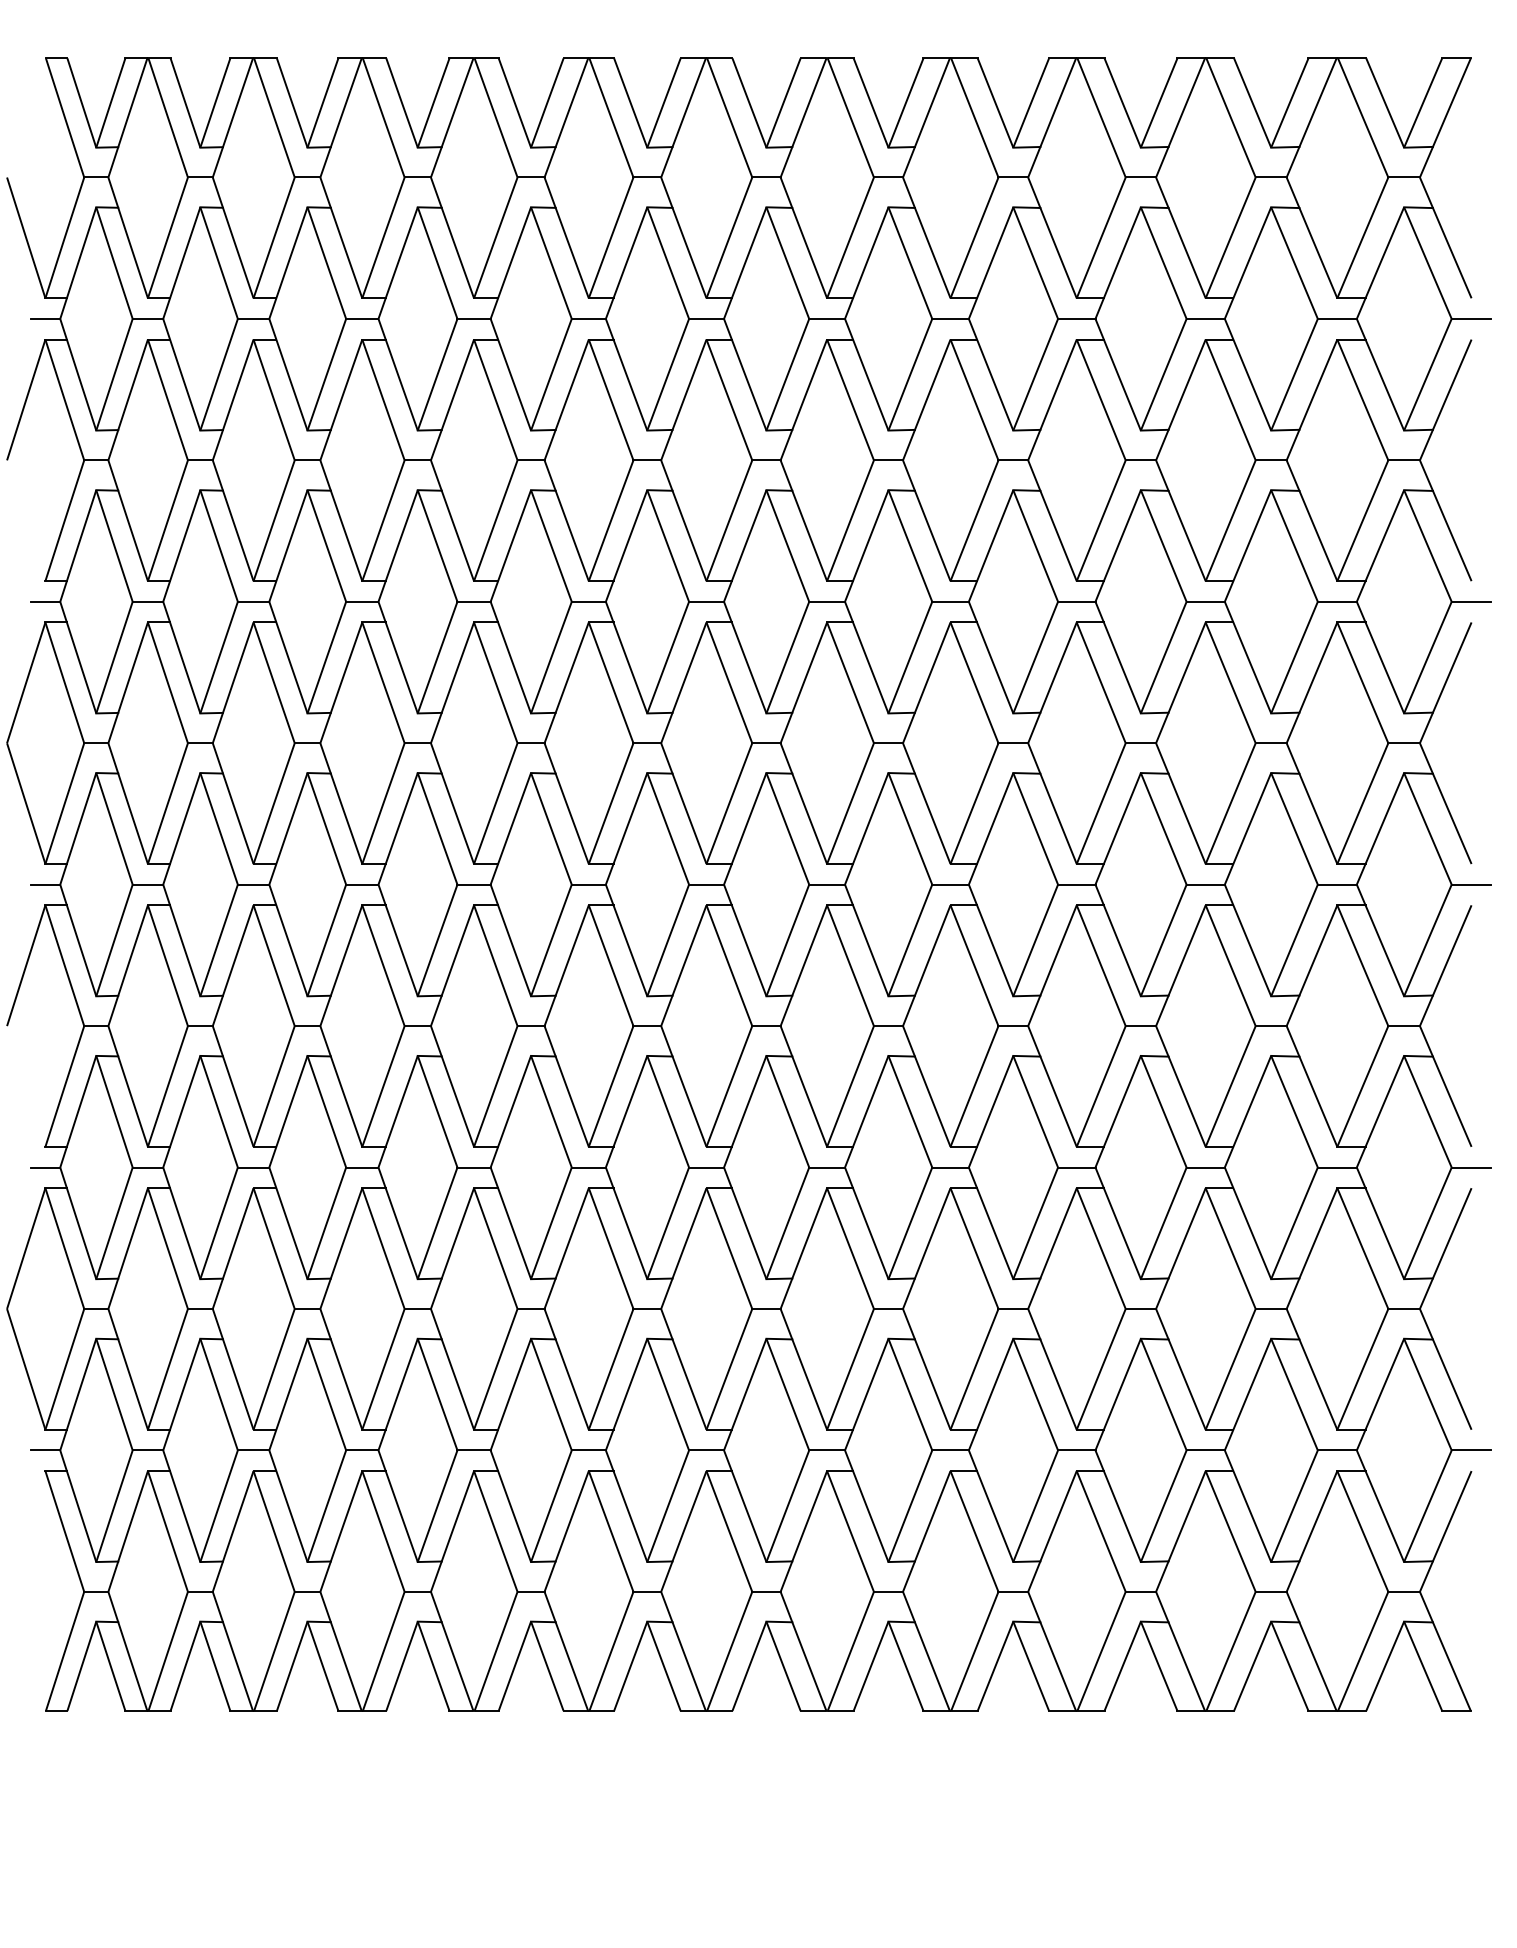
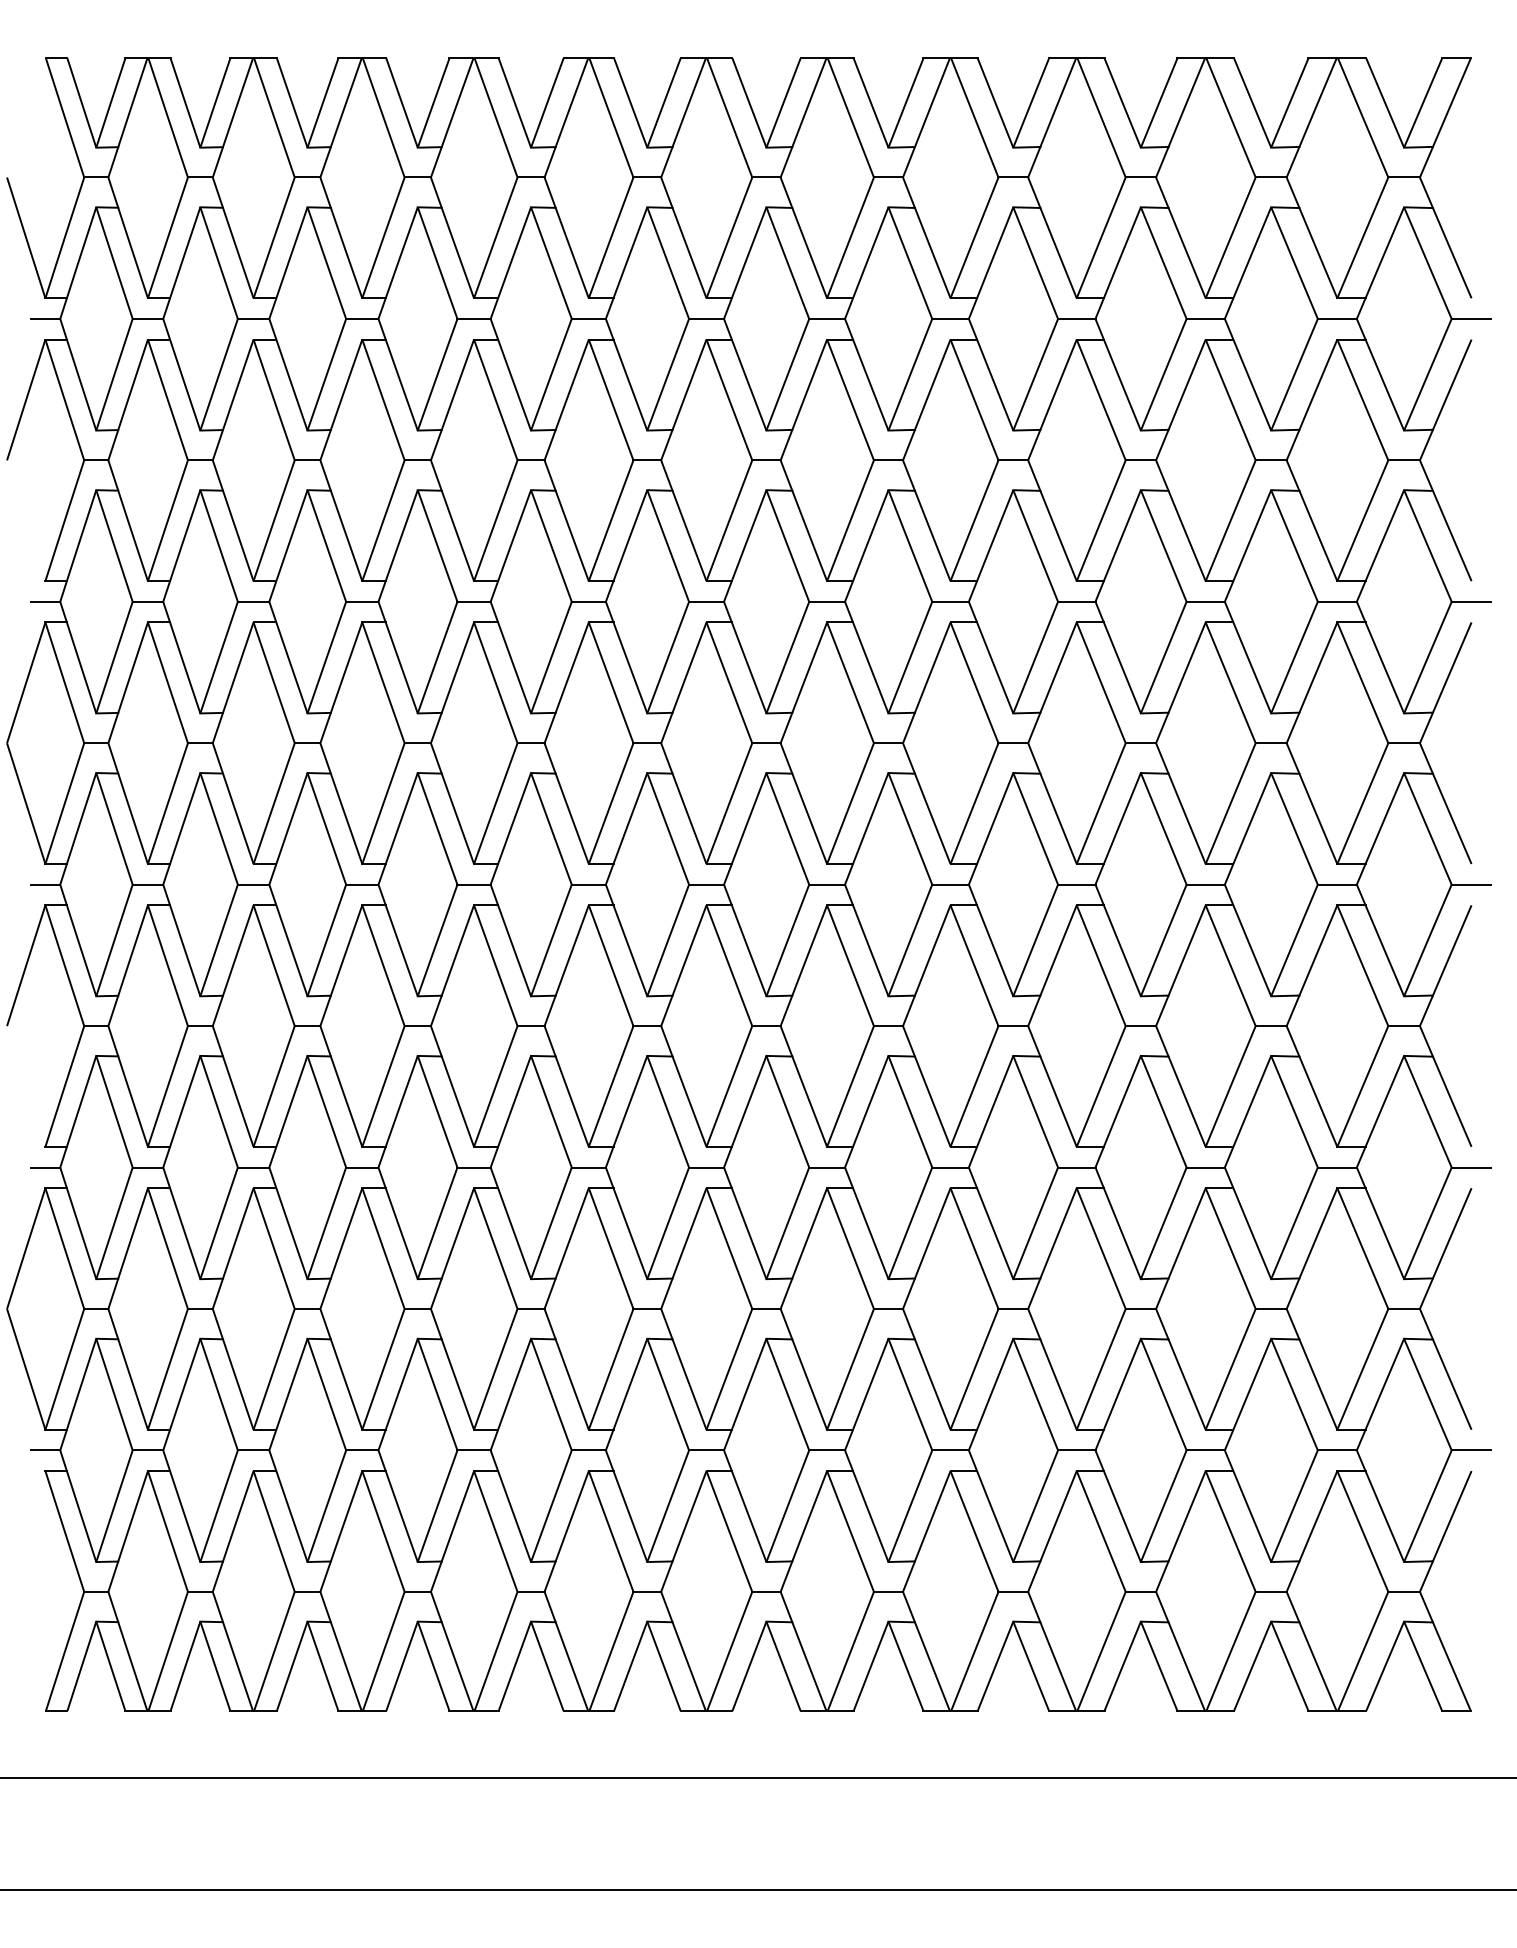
line at (757, 1777): none -> present
line at (757, 1889): none -> present
